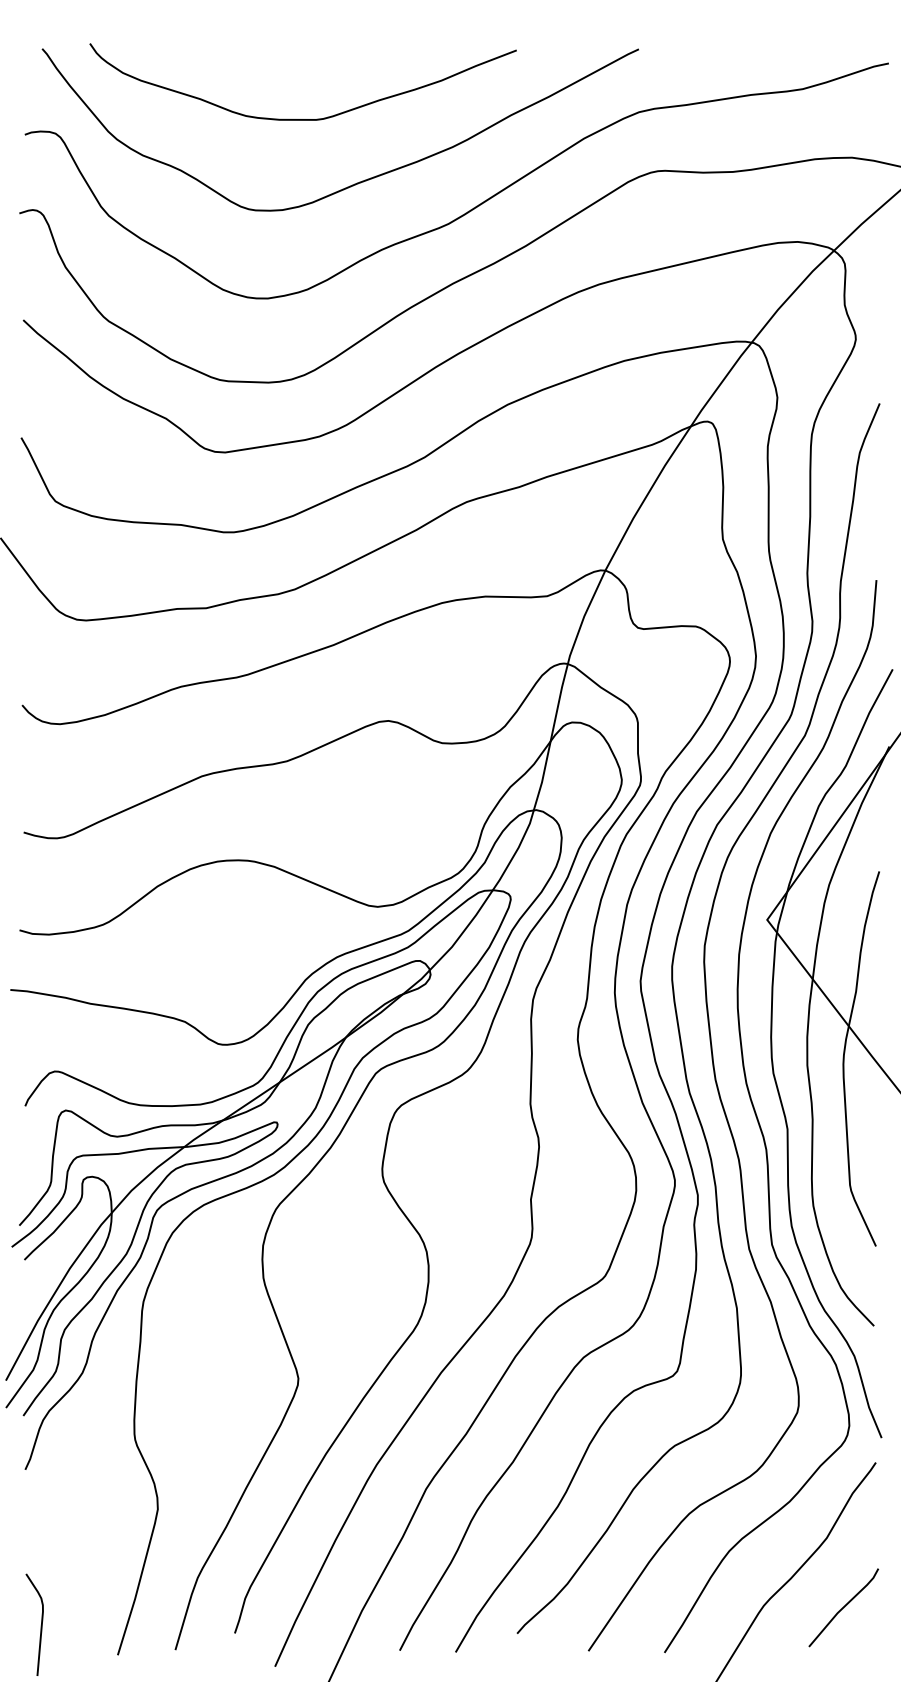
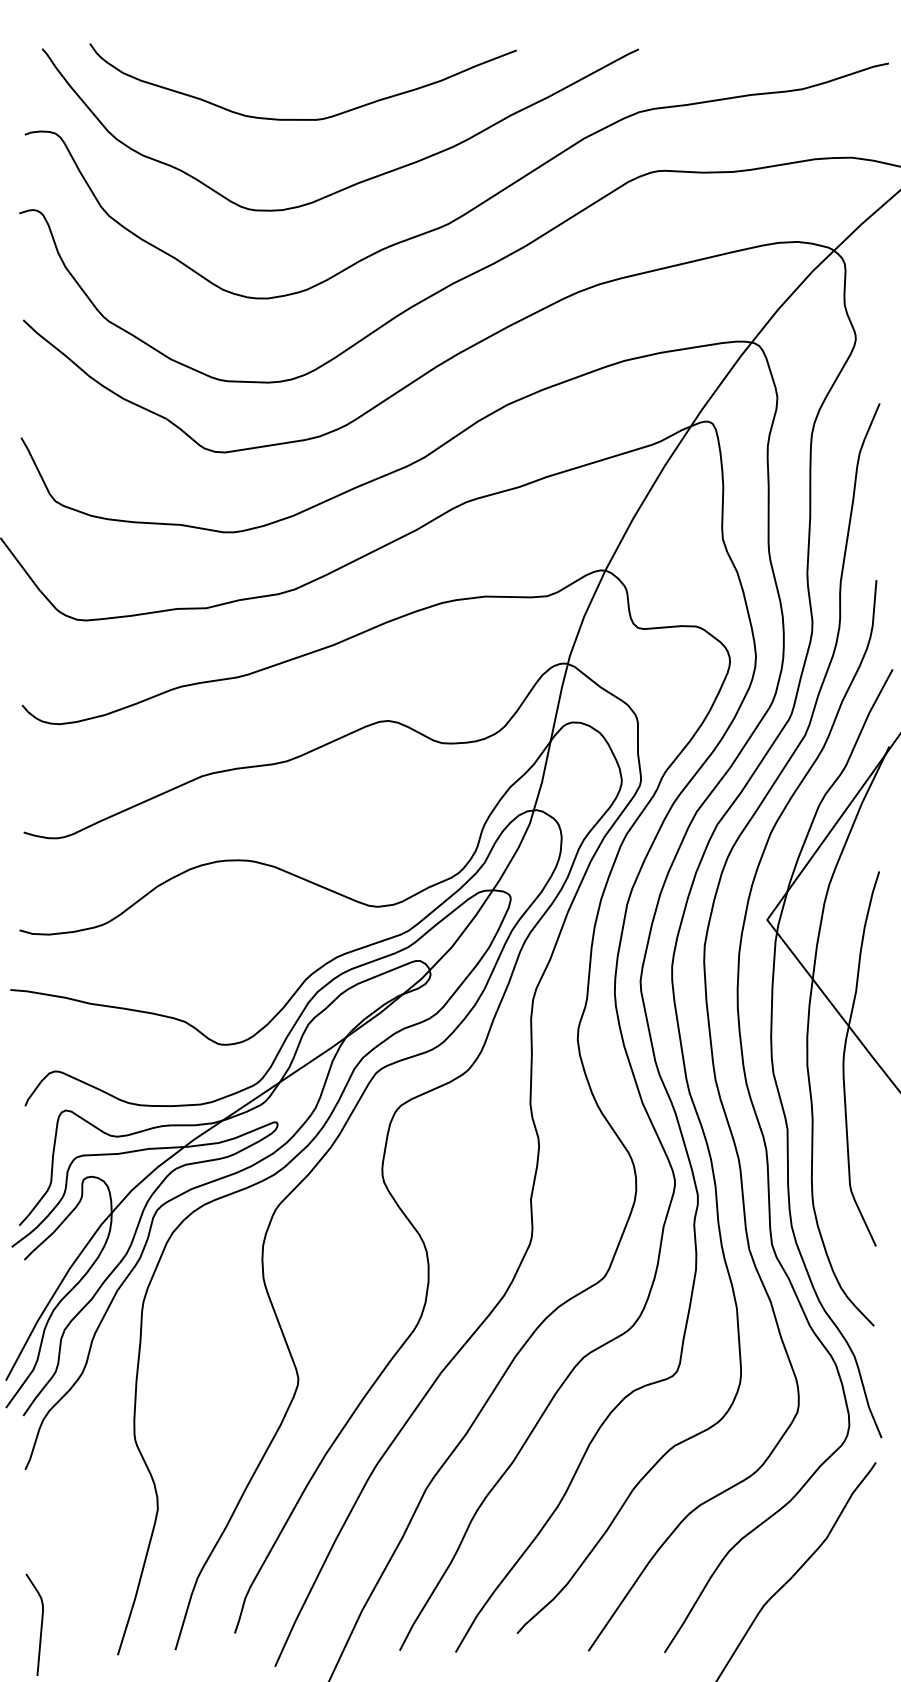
line at (843, 1607): present -> none
